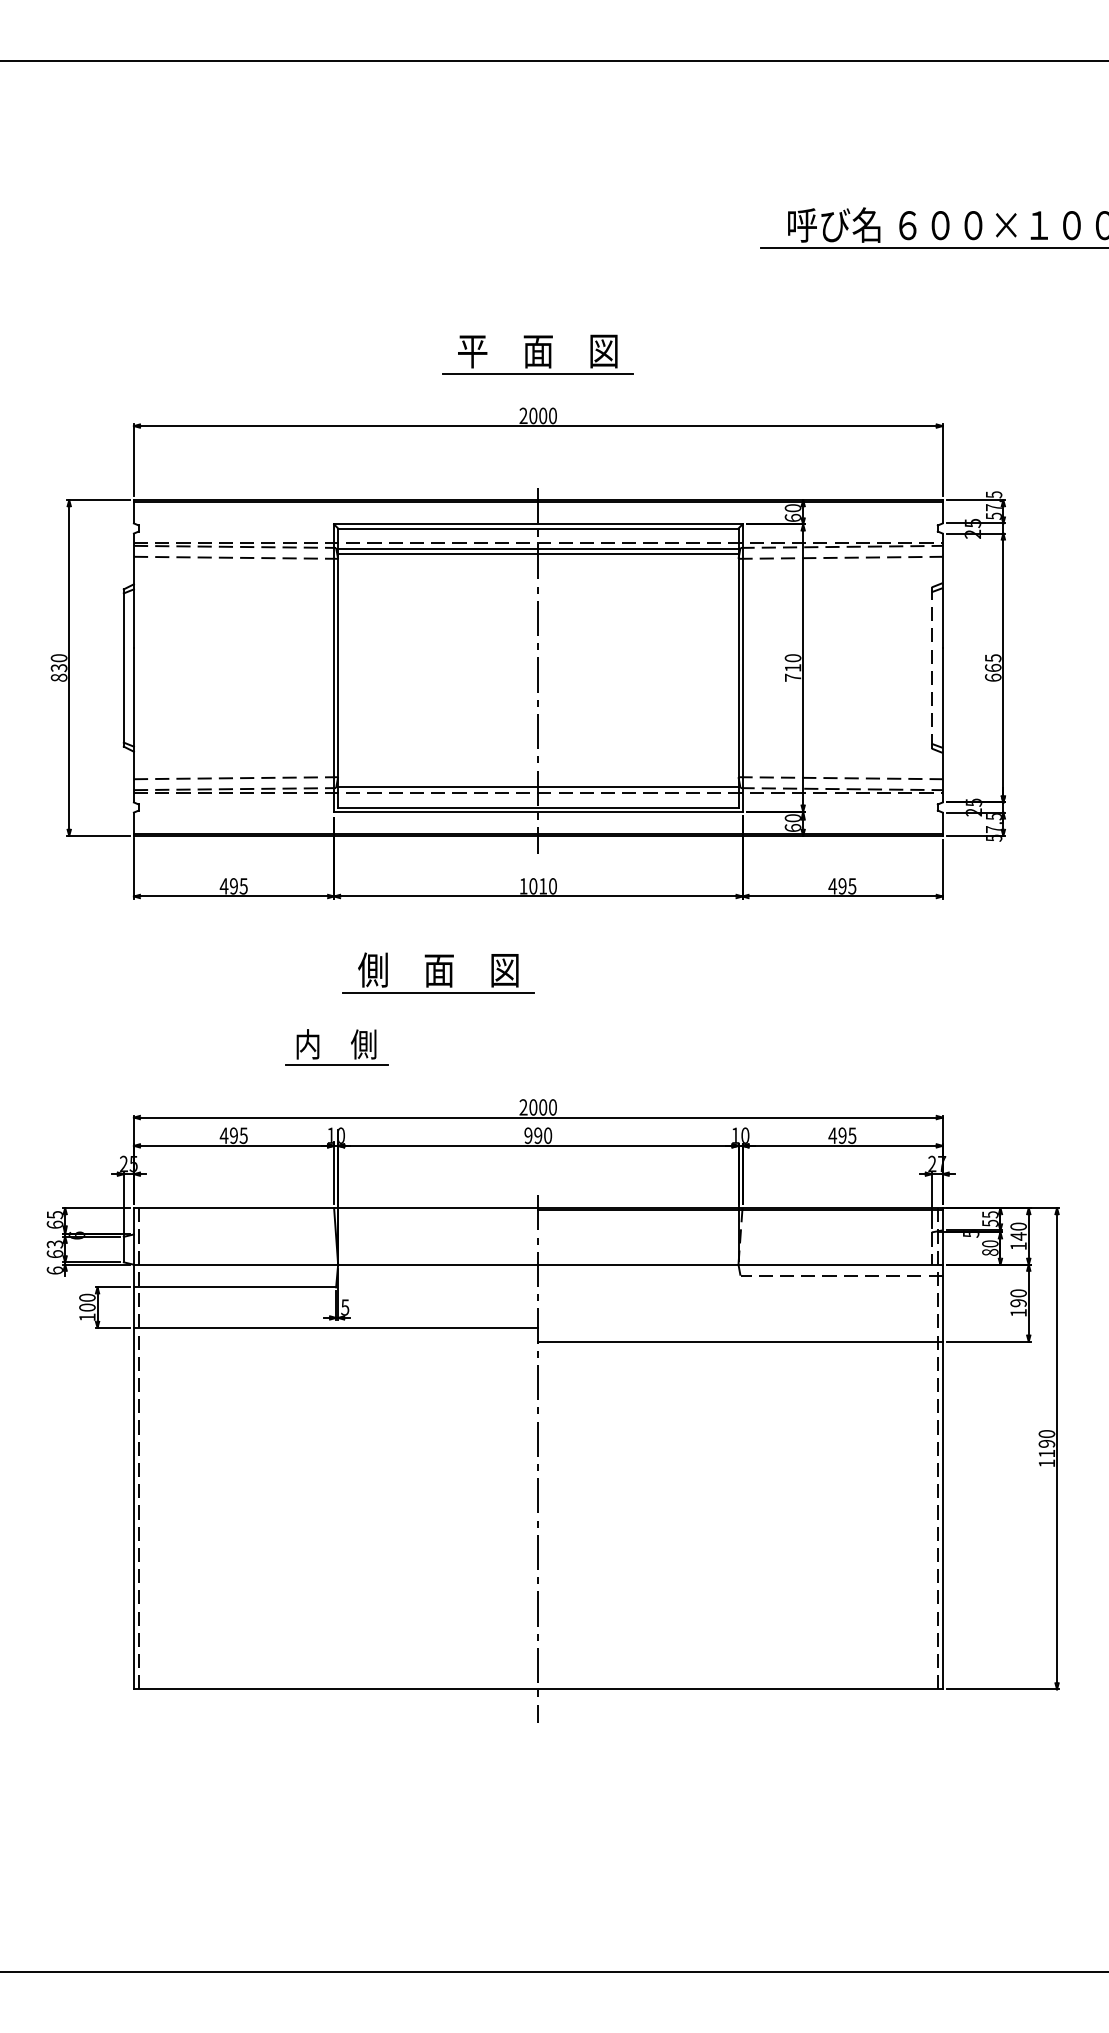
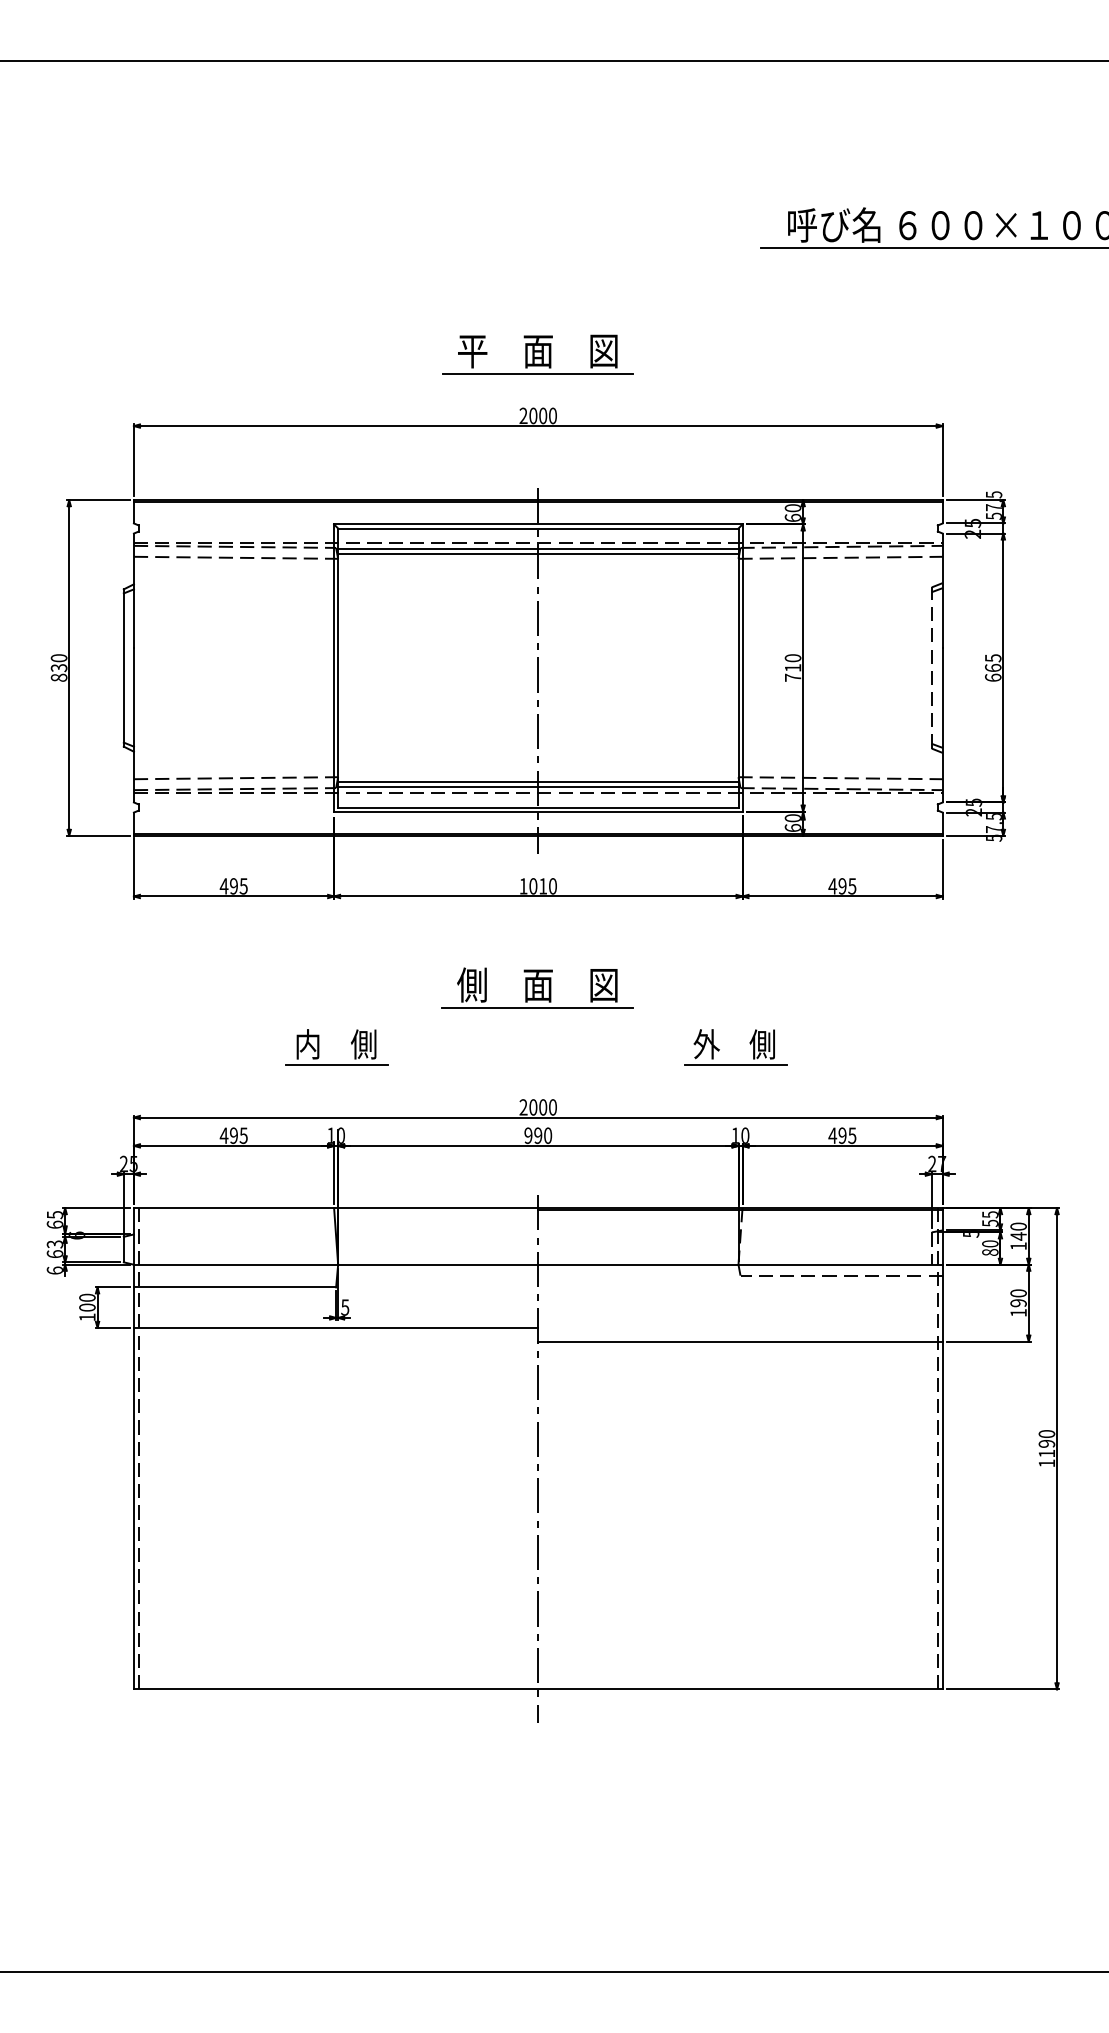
line at (538, 782): none -> present
part at (438, 972) position: (438, 972) -> (537, 987)
part at (749, 1043): none -> present
